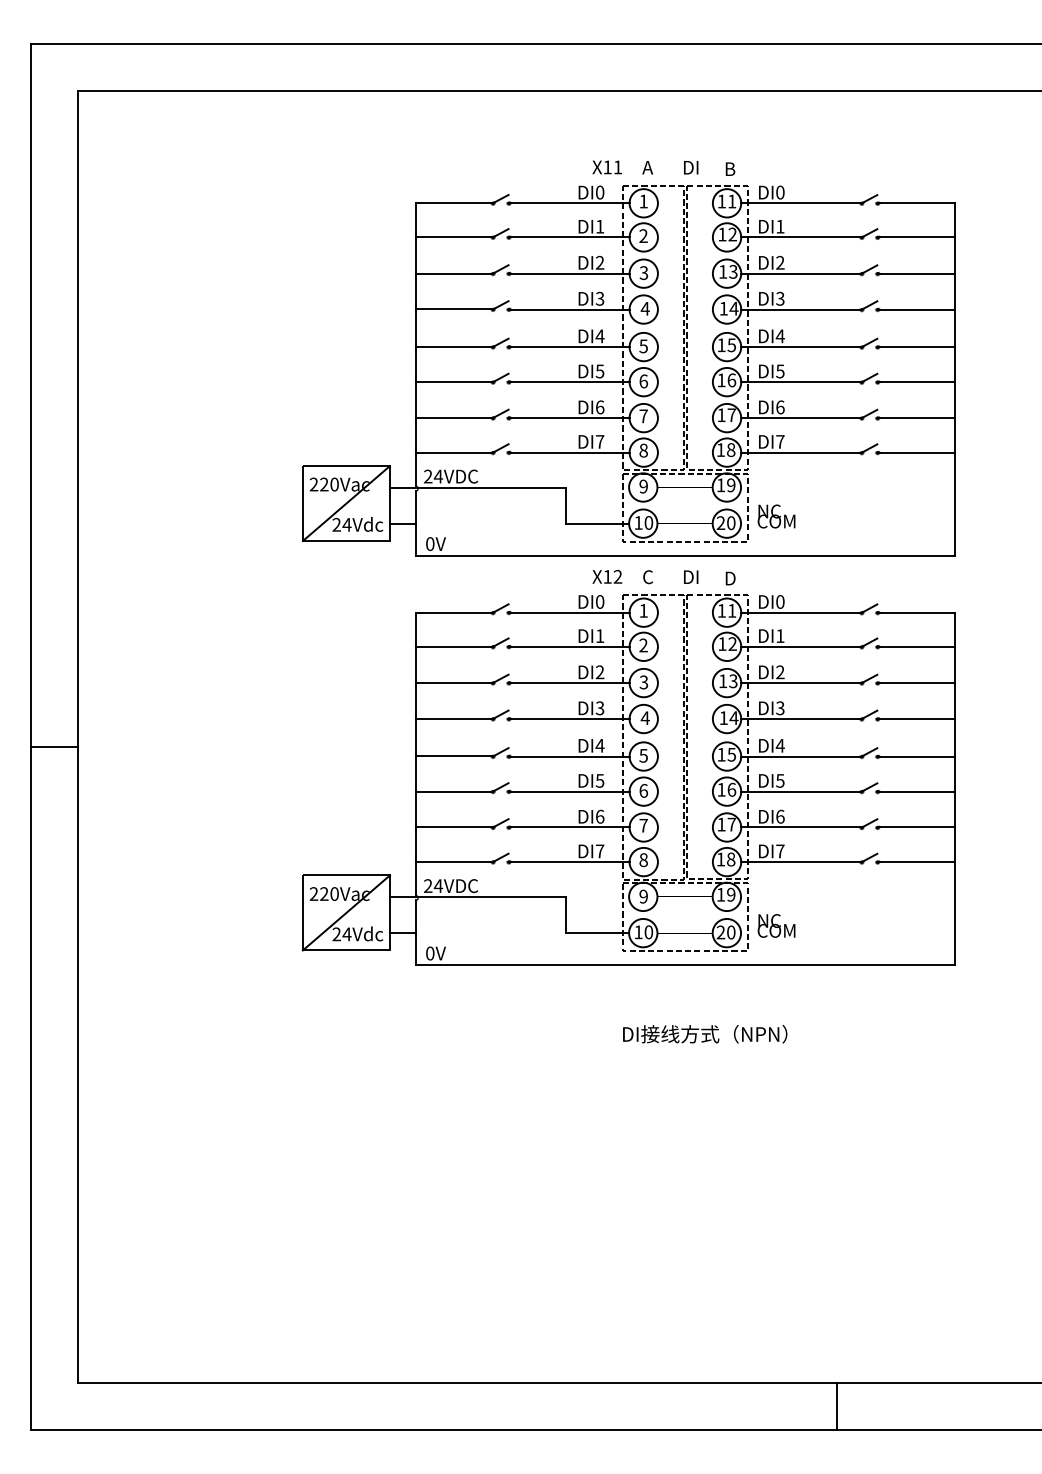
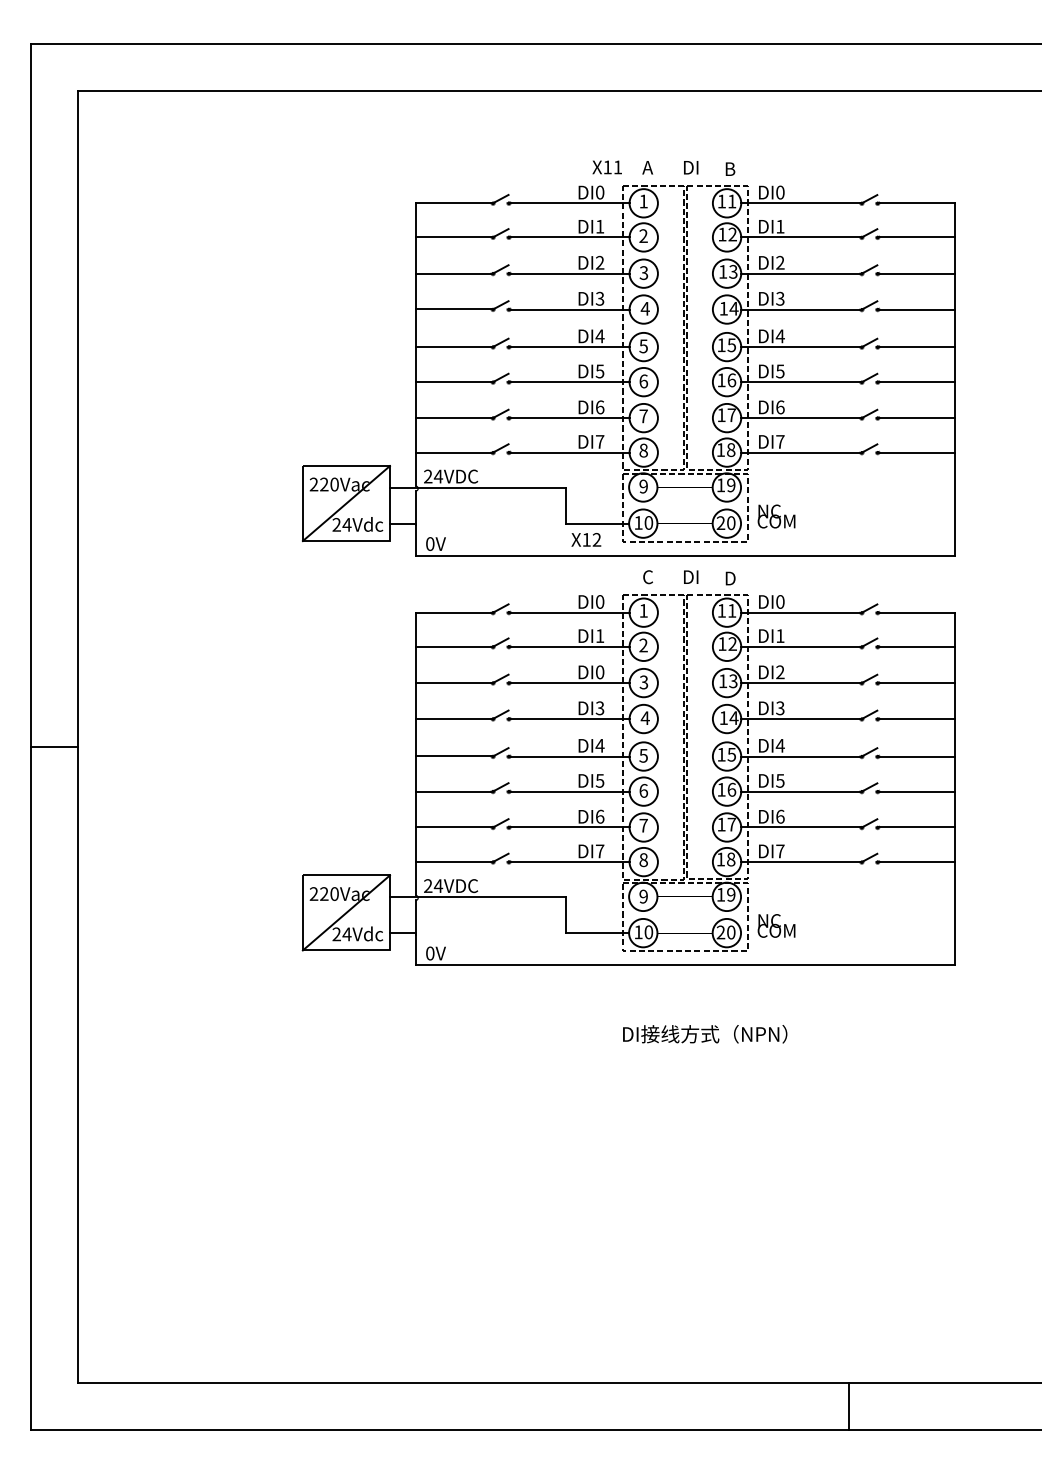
text at (607, 576) position: (607, 576) -> (586, 539)
text at (599, 672): DI2 -> DI0
line at (837, 1406) position: (837, 1406) -> (849, 1406)
